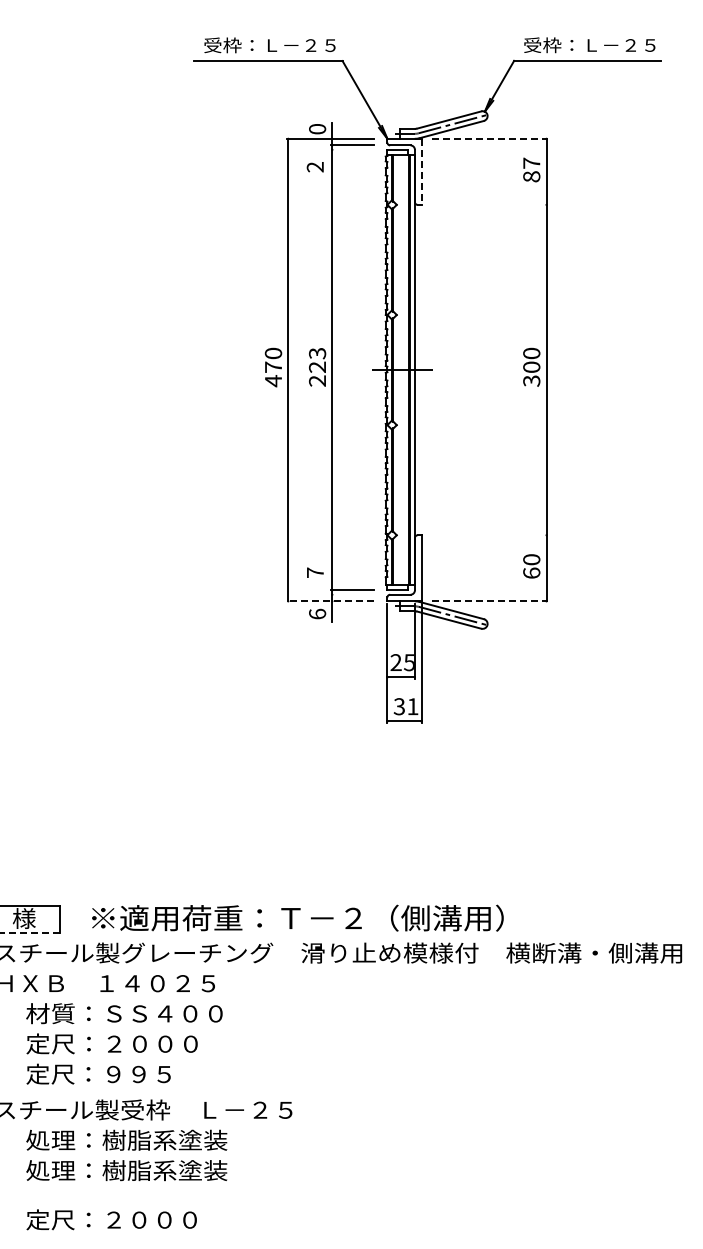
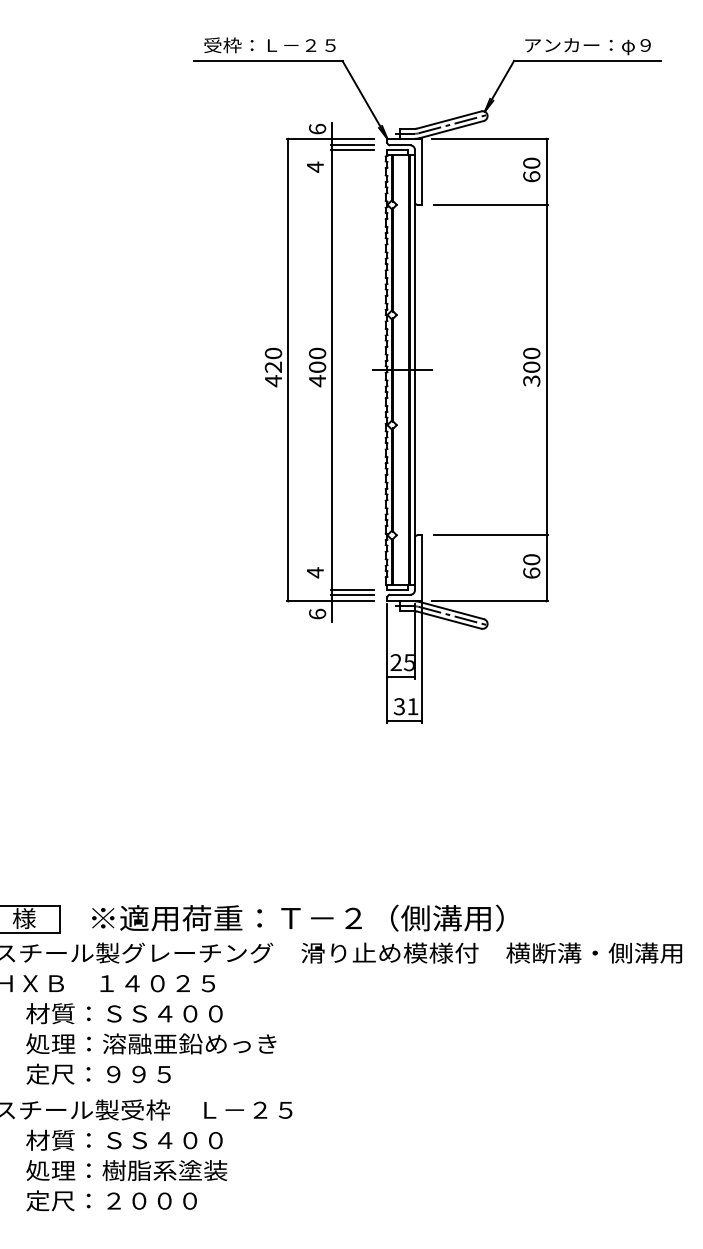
text at (589, 46): 受枠：Ｌ－２５ -> アンカー：φ９
text at (317, 128): 0 -> 6
line at (490, 138): dashed -> solid
line at (351, 149): none -> present
text at (314, 166): 2 -> 4
text at (531, 169): 87 -> 60
line at (421, 172): dashed -> solid
line at (490, 204): none -> present
text at (272, 366): 470 -> 420
text at (317, 367): 223 -> 400
line at (490, 535): none -> present
text at (315, 572): 7 -> 4
line at (351, 594): none -> present
line at (329, 601): dashed -> solid
line at (490, 601): dashed -> solid
line at (30, 933): dashed -> solid
text at (151, 1043): 定尺：２０００ -> 処理：溶融亜鉛めっき
text at (126, 1139): 処理：樹脂系塗装 -> 材質：ＳＳ４００
text at (111, 1219) position: (111, 1219) -> (111, 1200)
